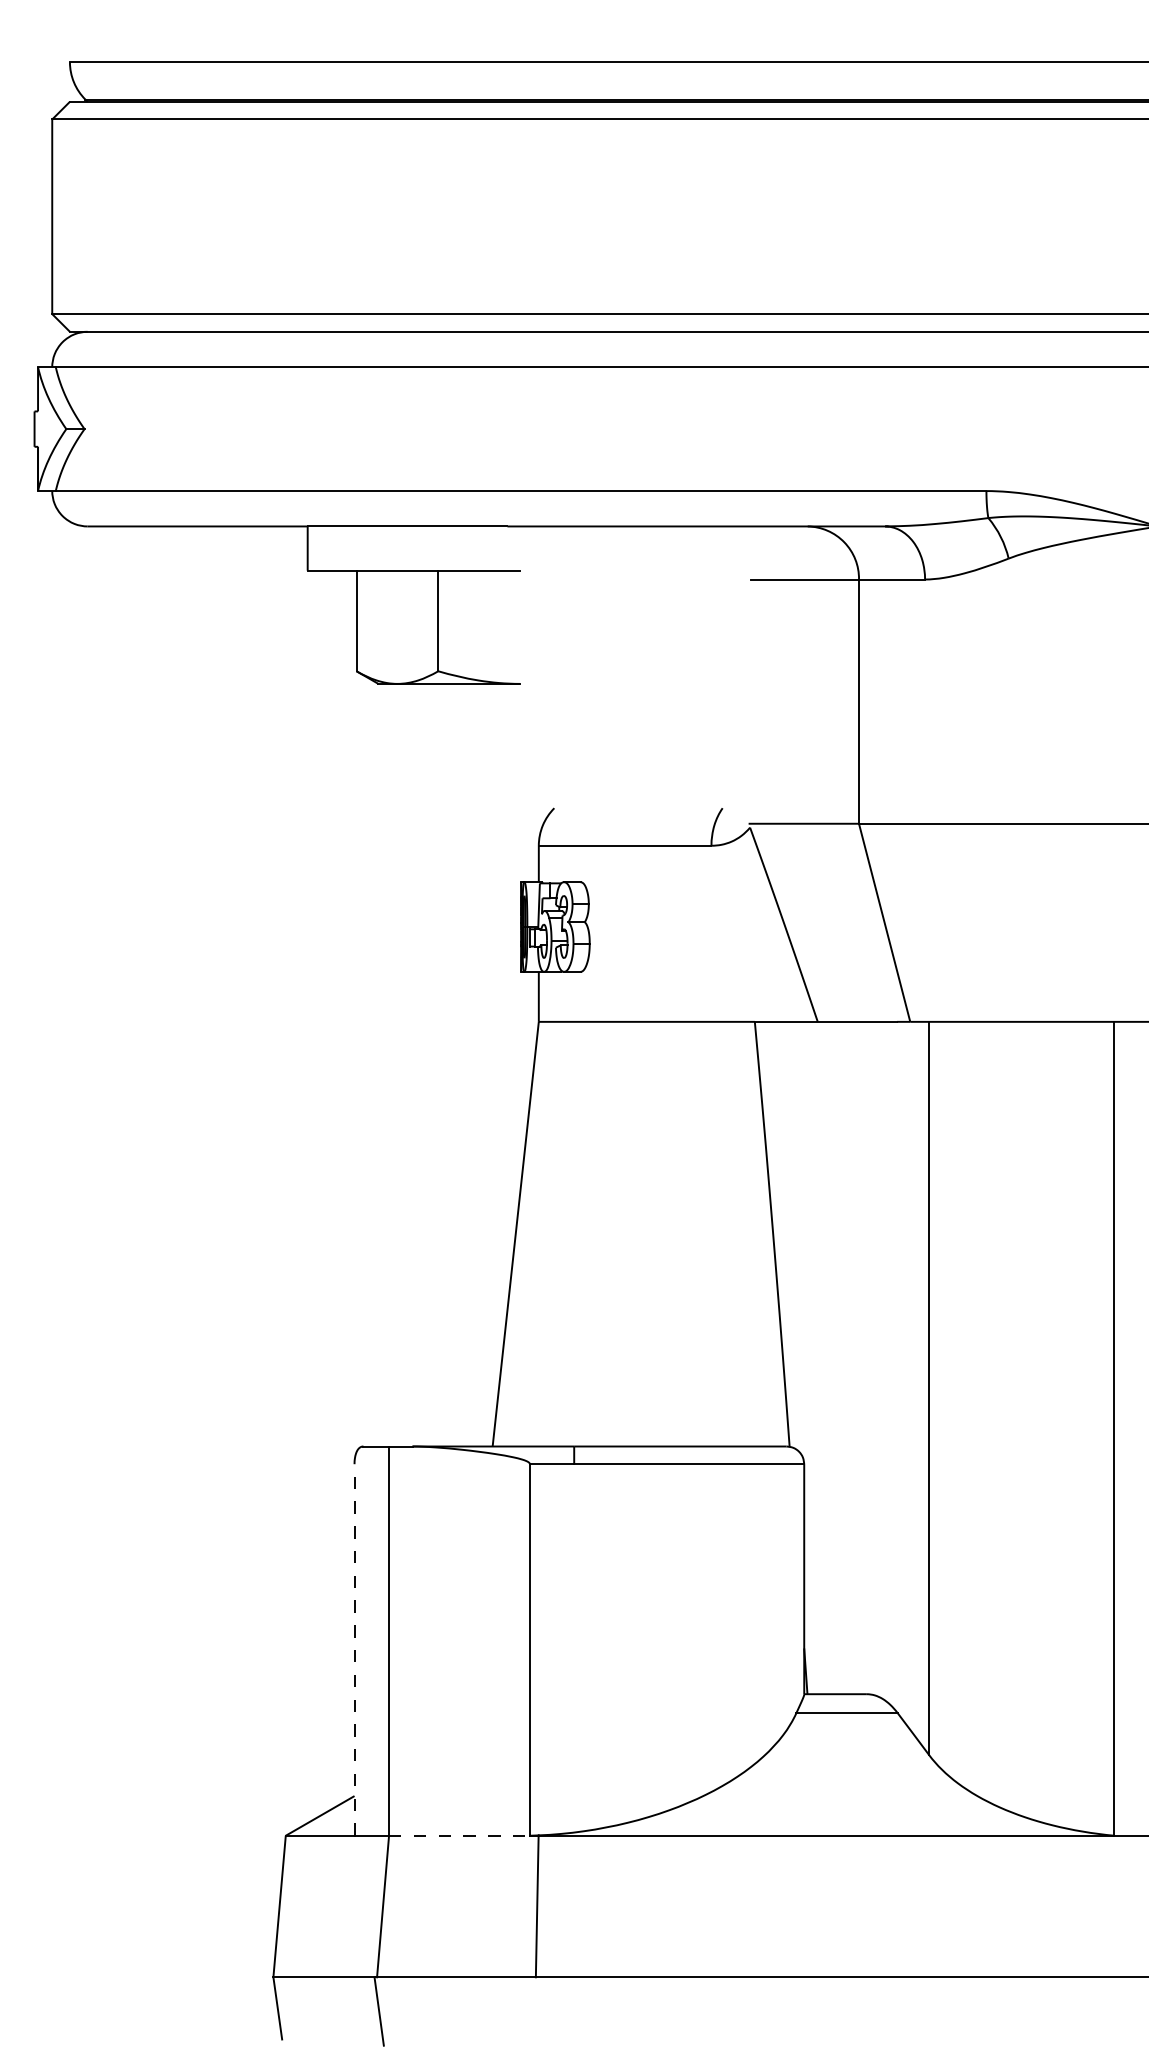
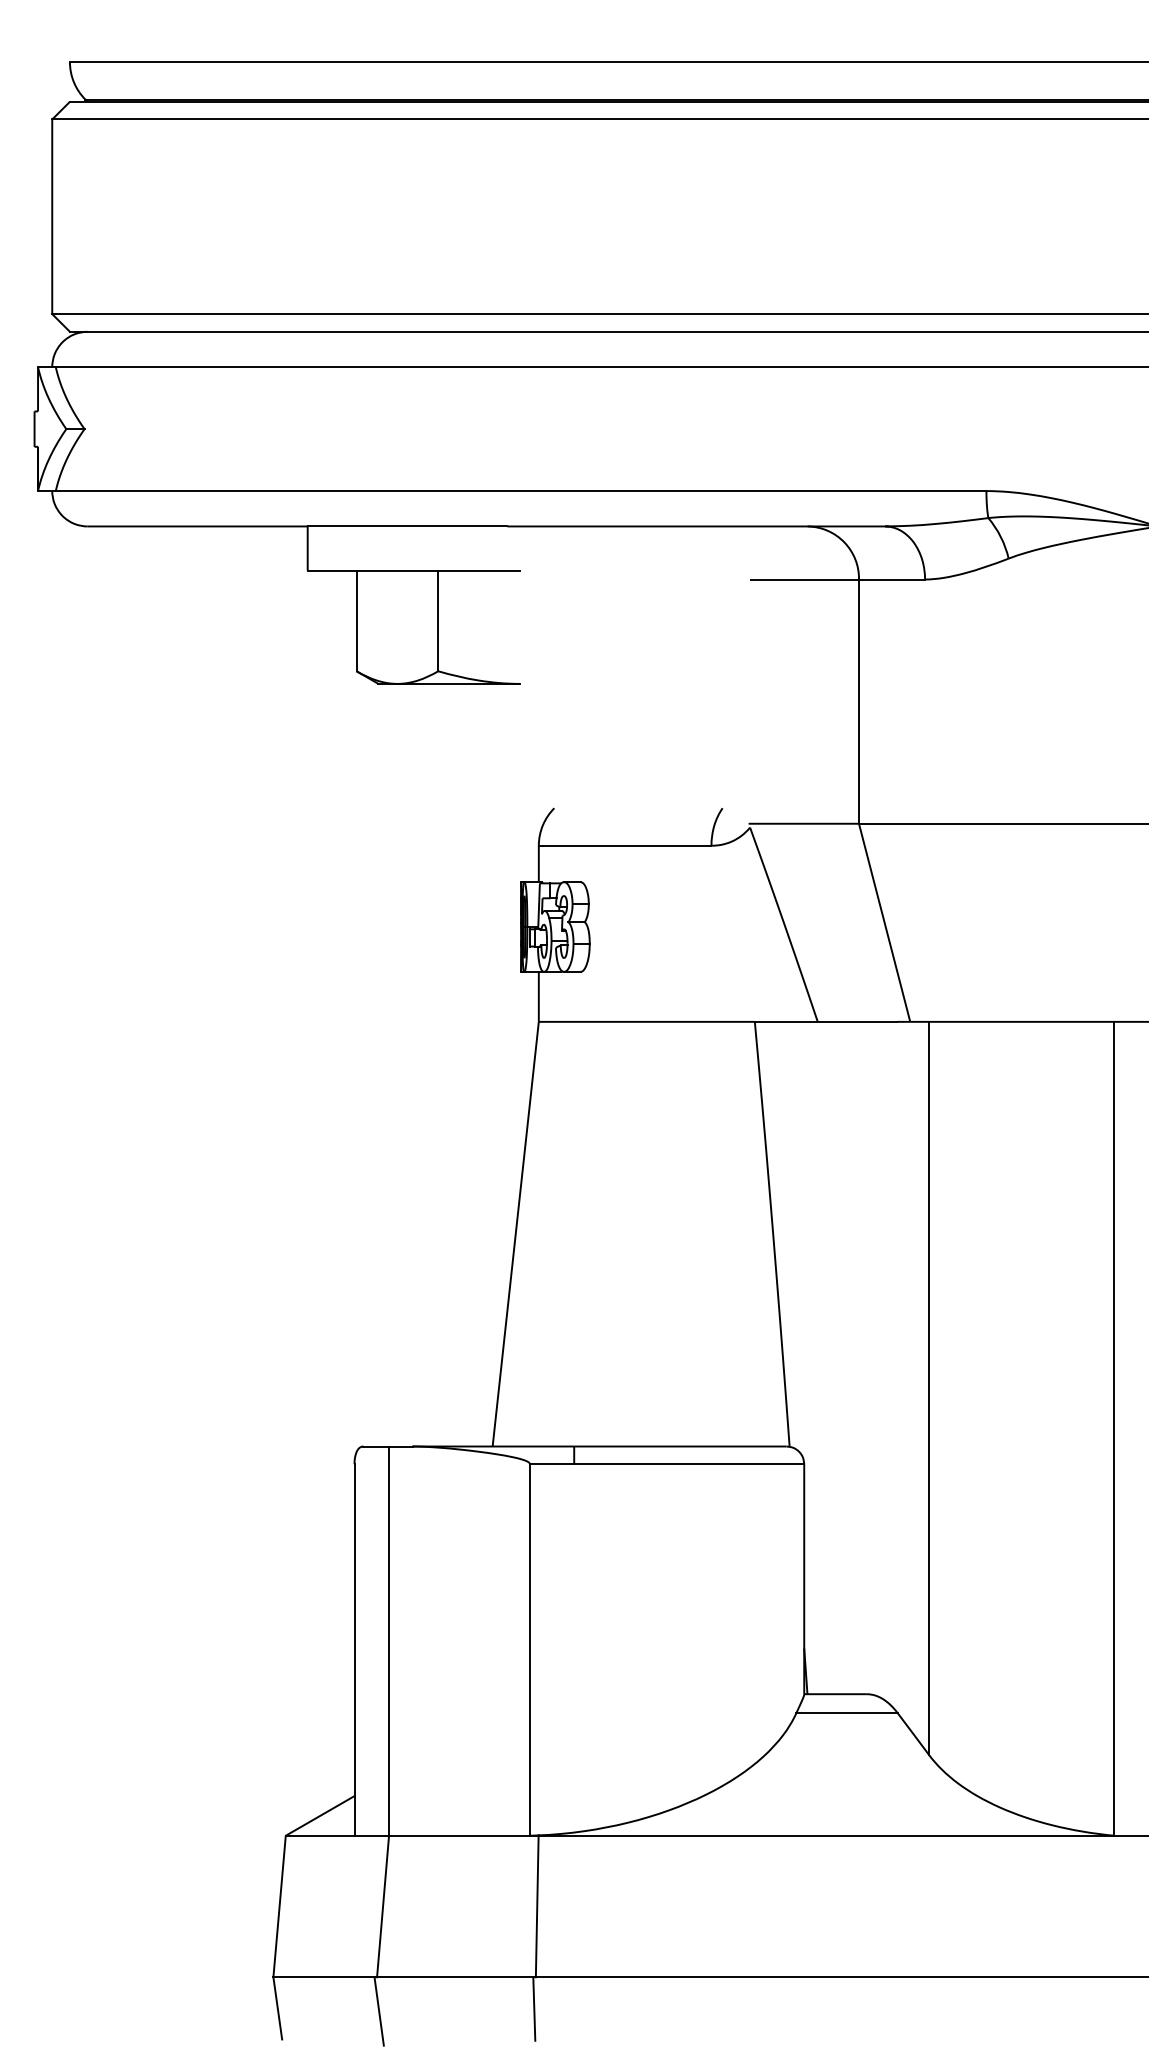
line at (354, 1649): dashed -> solid
line at (460, 1835): dashed -> solid
line at (534, 2008): none -> present
